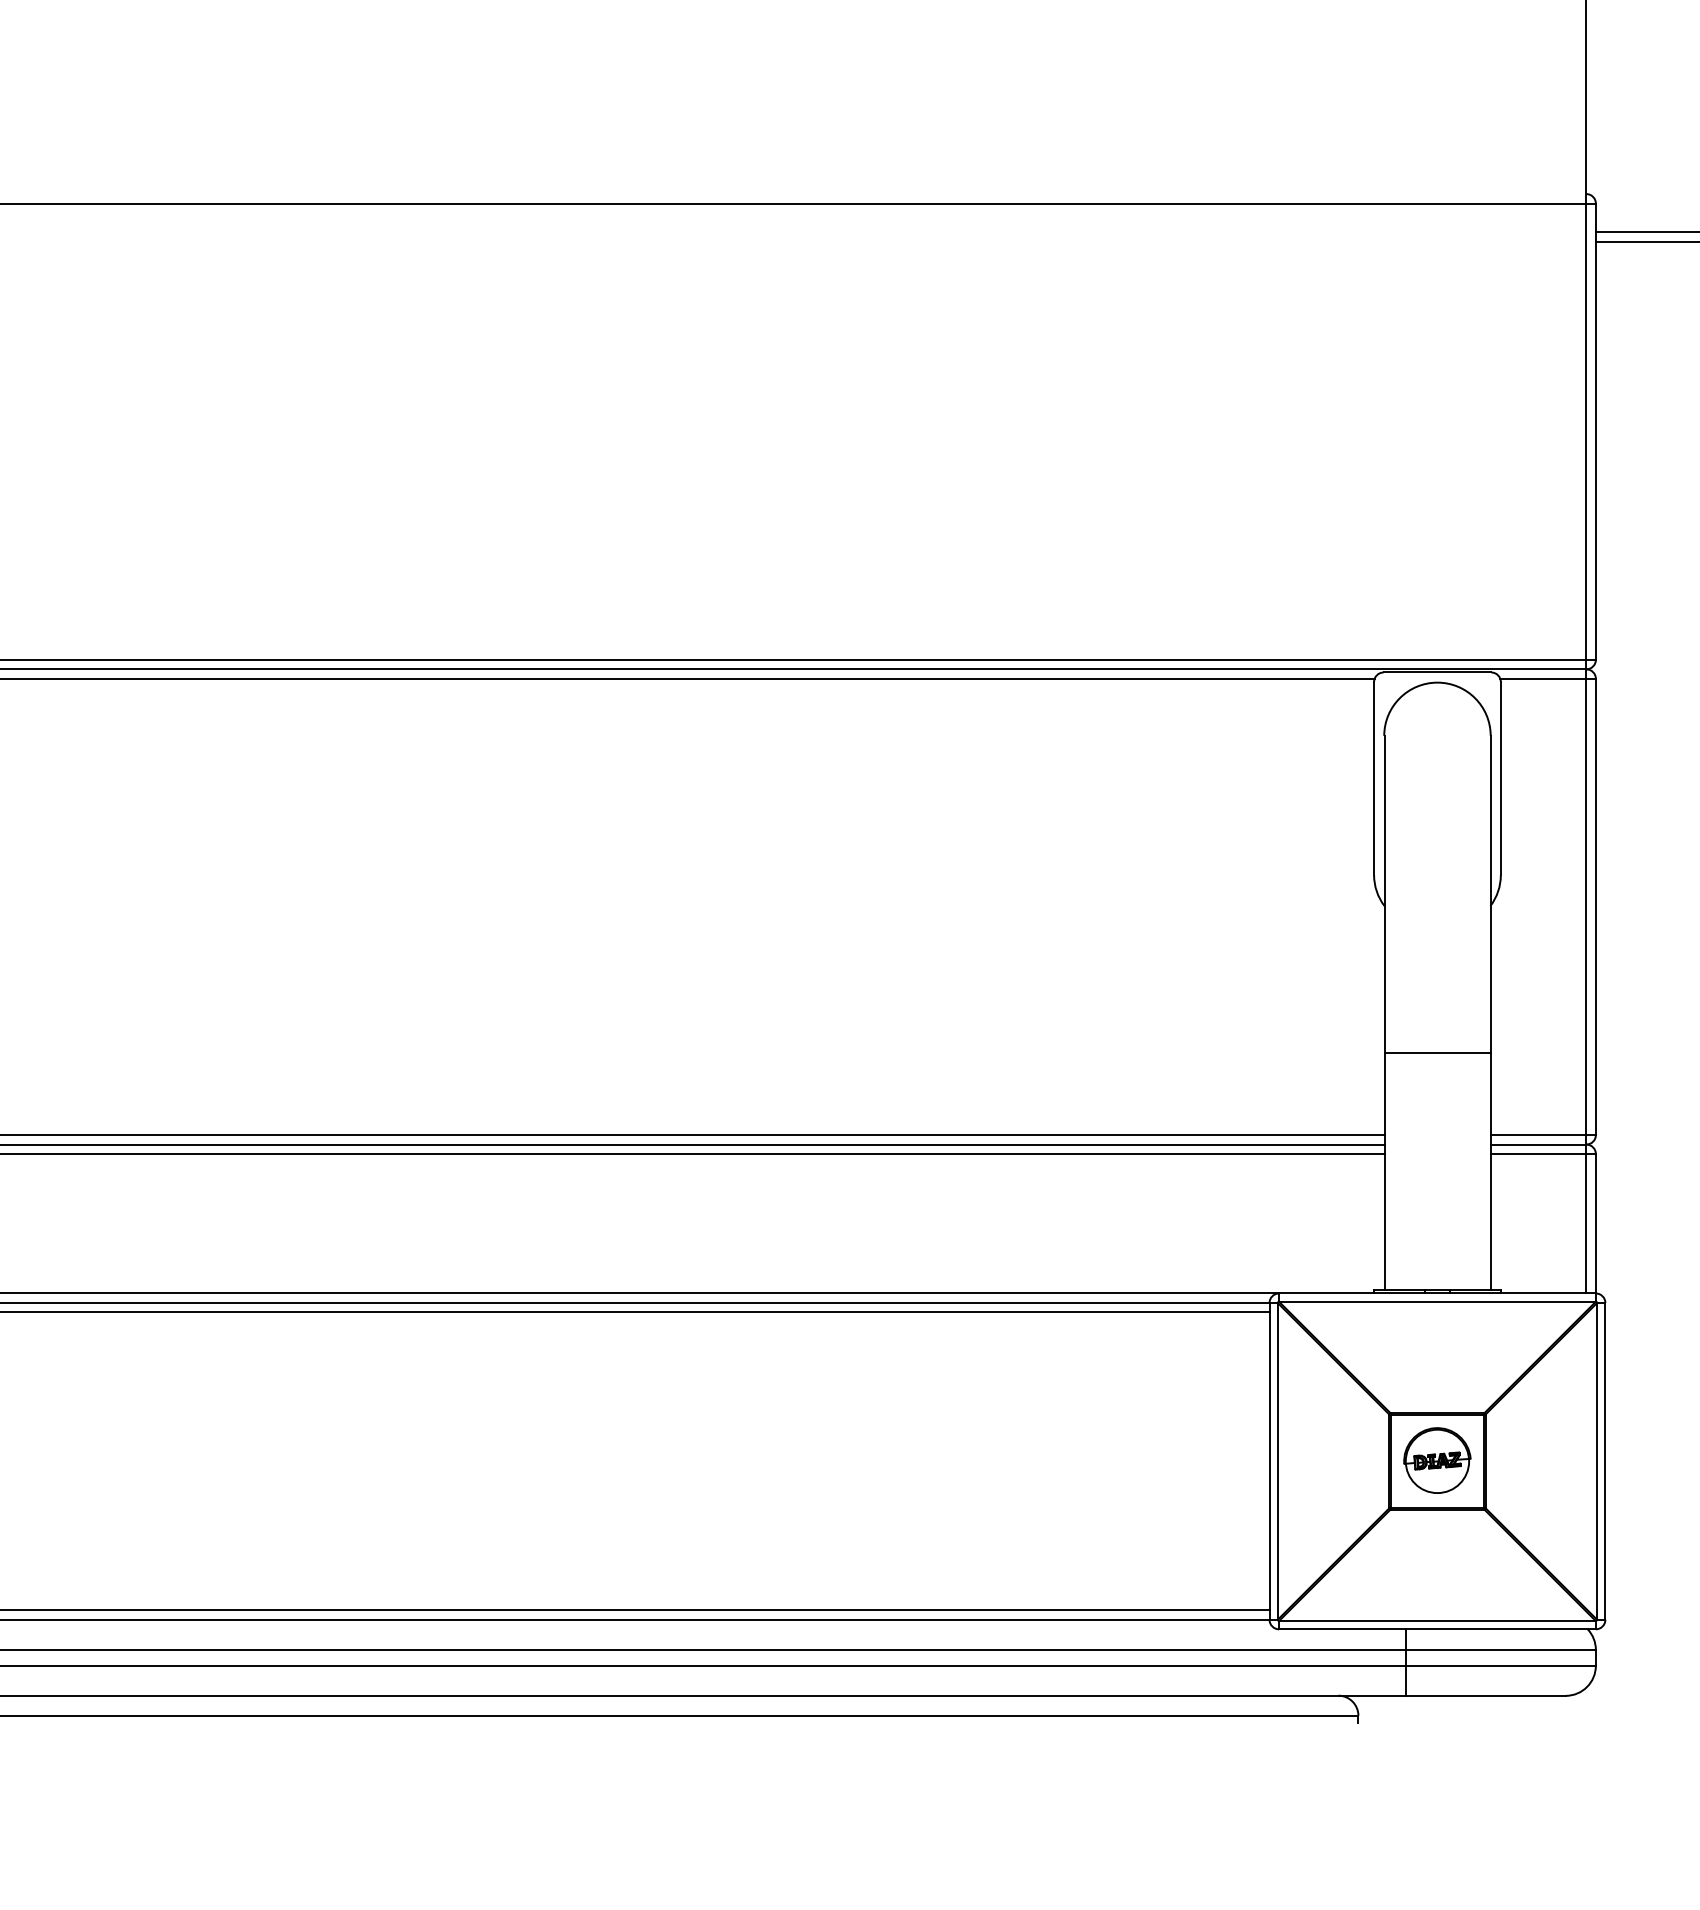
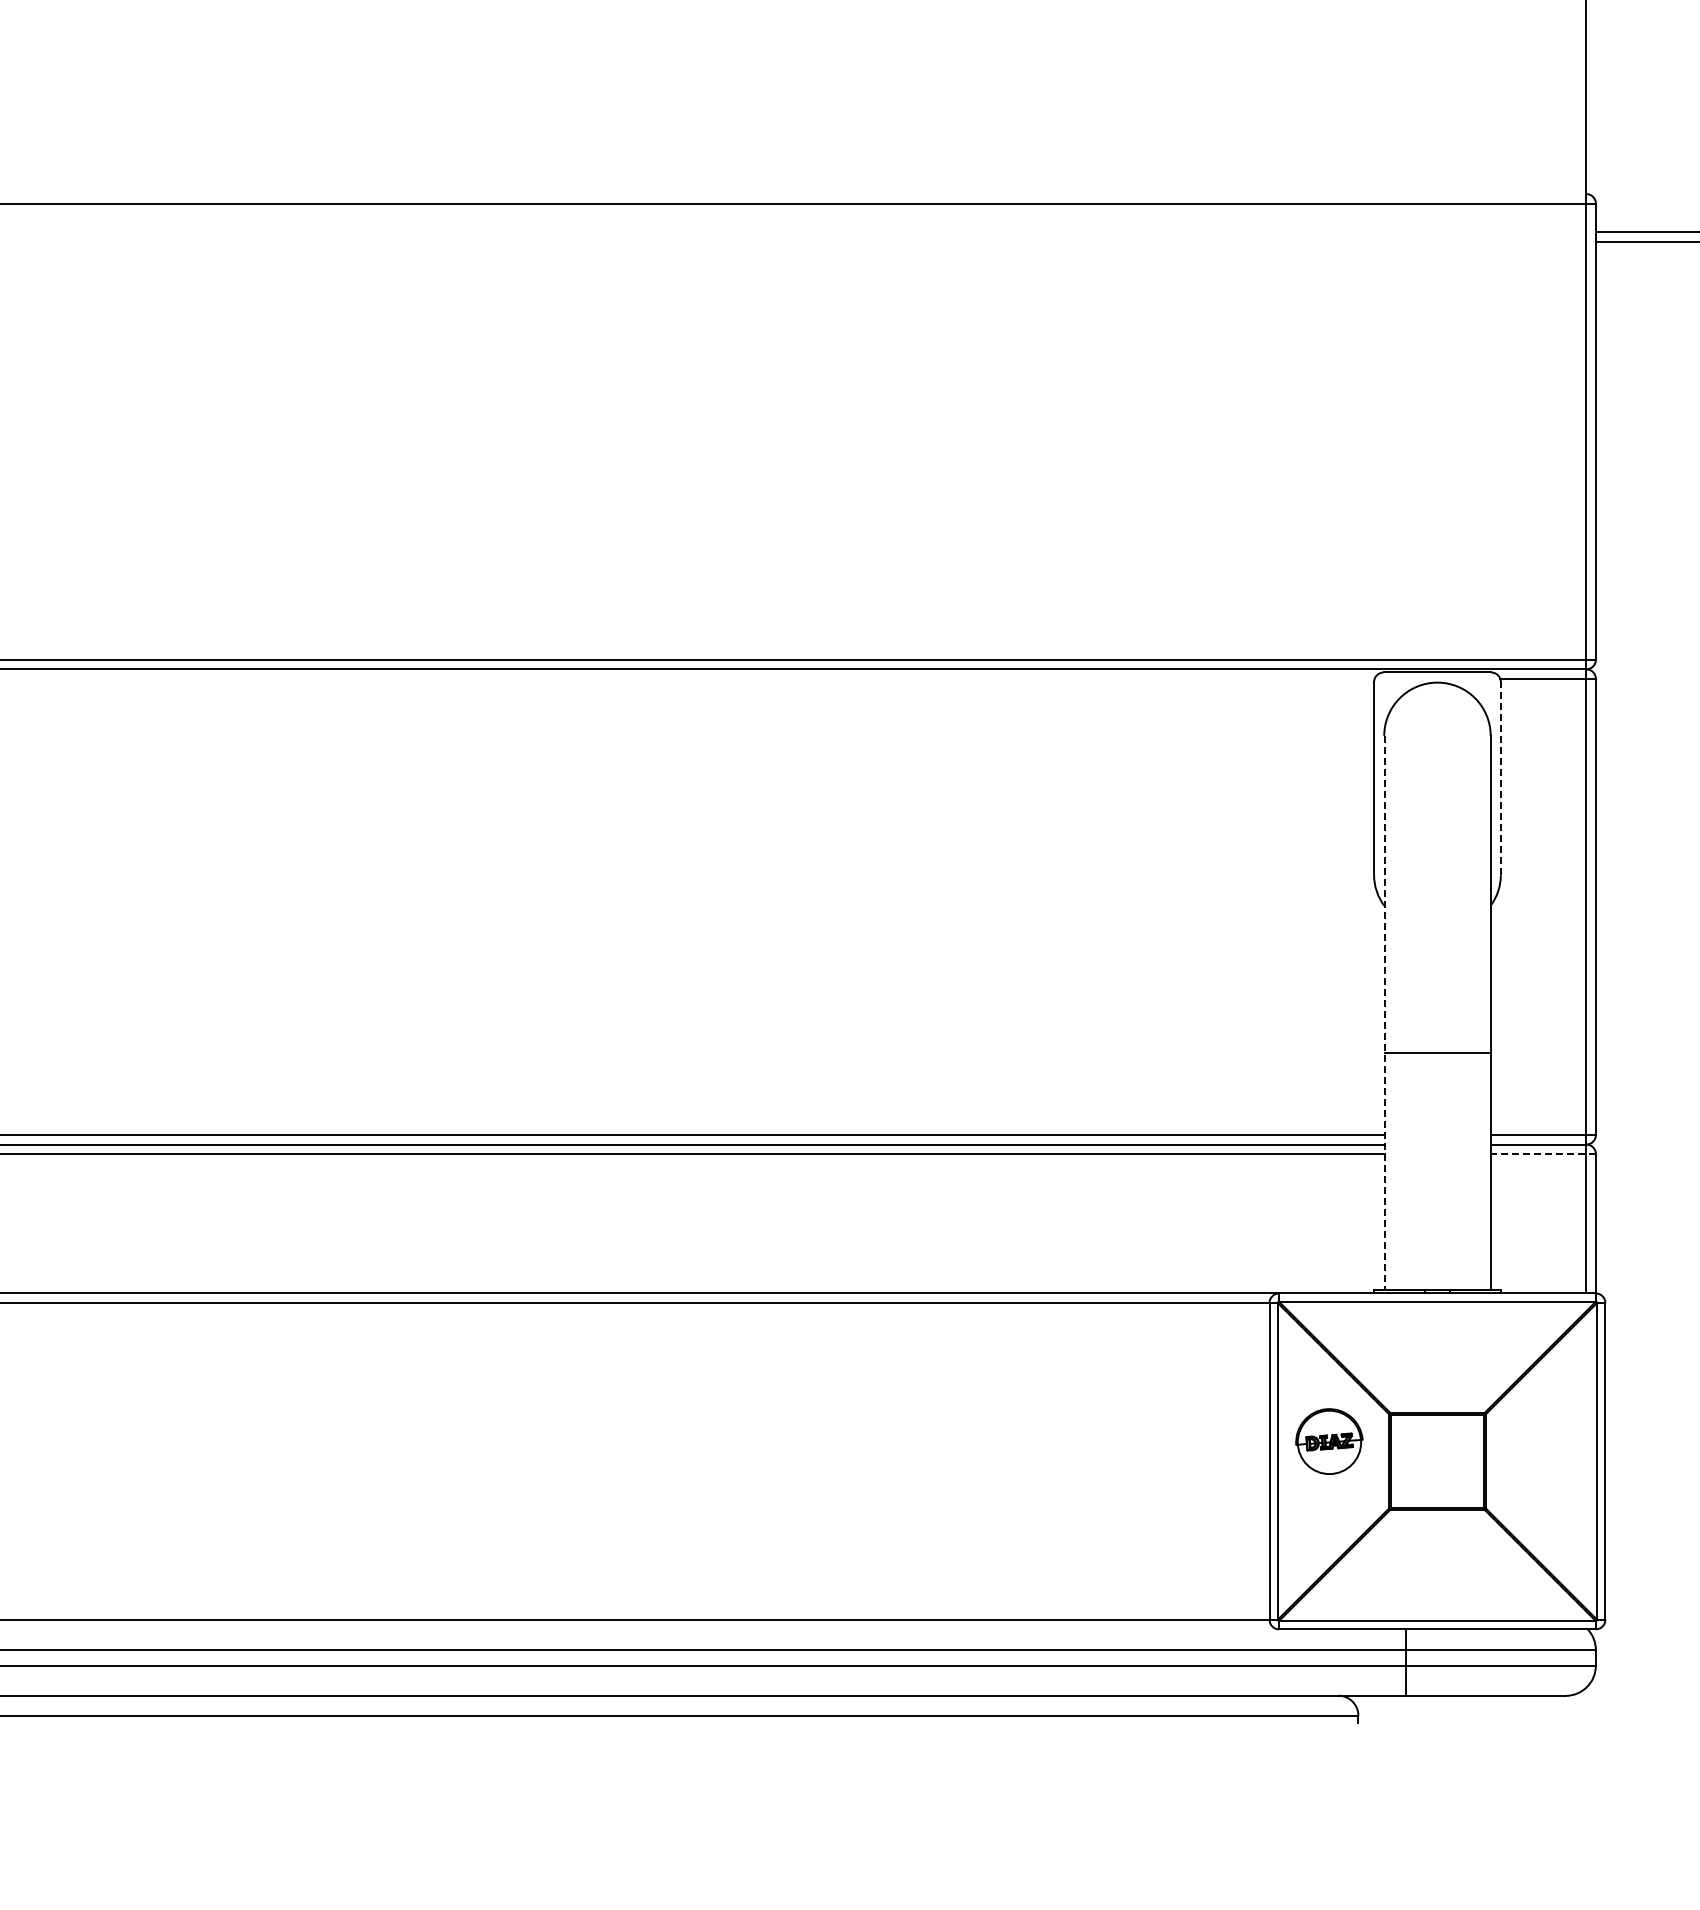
line at (688, 678): present -> none
line at (1500, 778): solid -> dashed
line at (1384, 1013): solid -> dashed
line at (1543, 1154): solid -> dashed
line at (635, 1312): present -> none
part at (1437, 1460) position: (1437, 1460) -> (1329, 1441)
line at (635, 1610): present -> none
